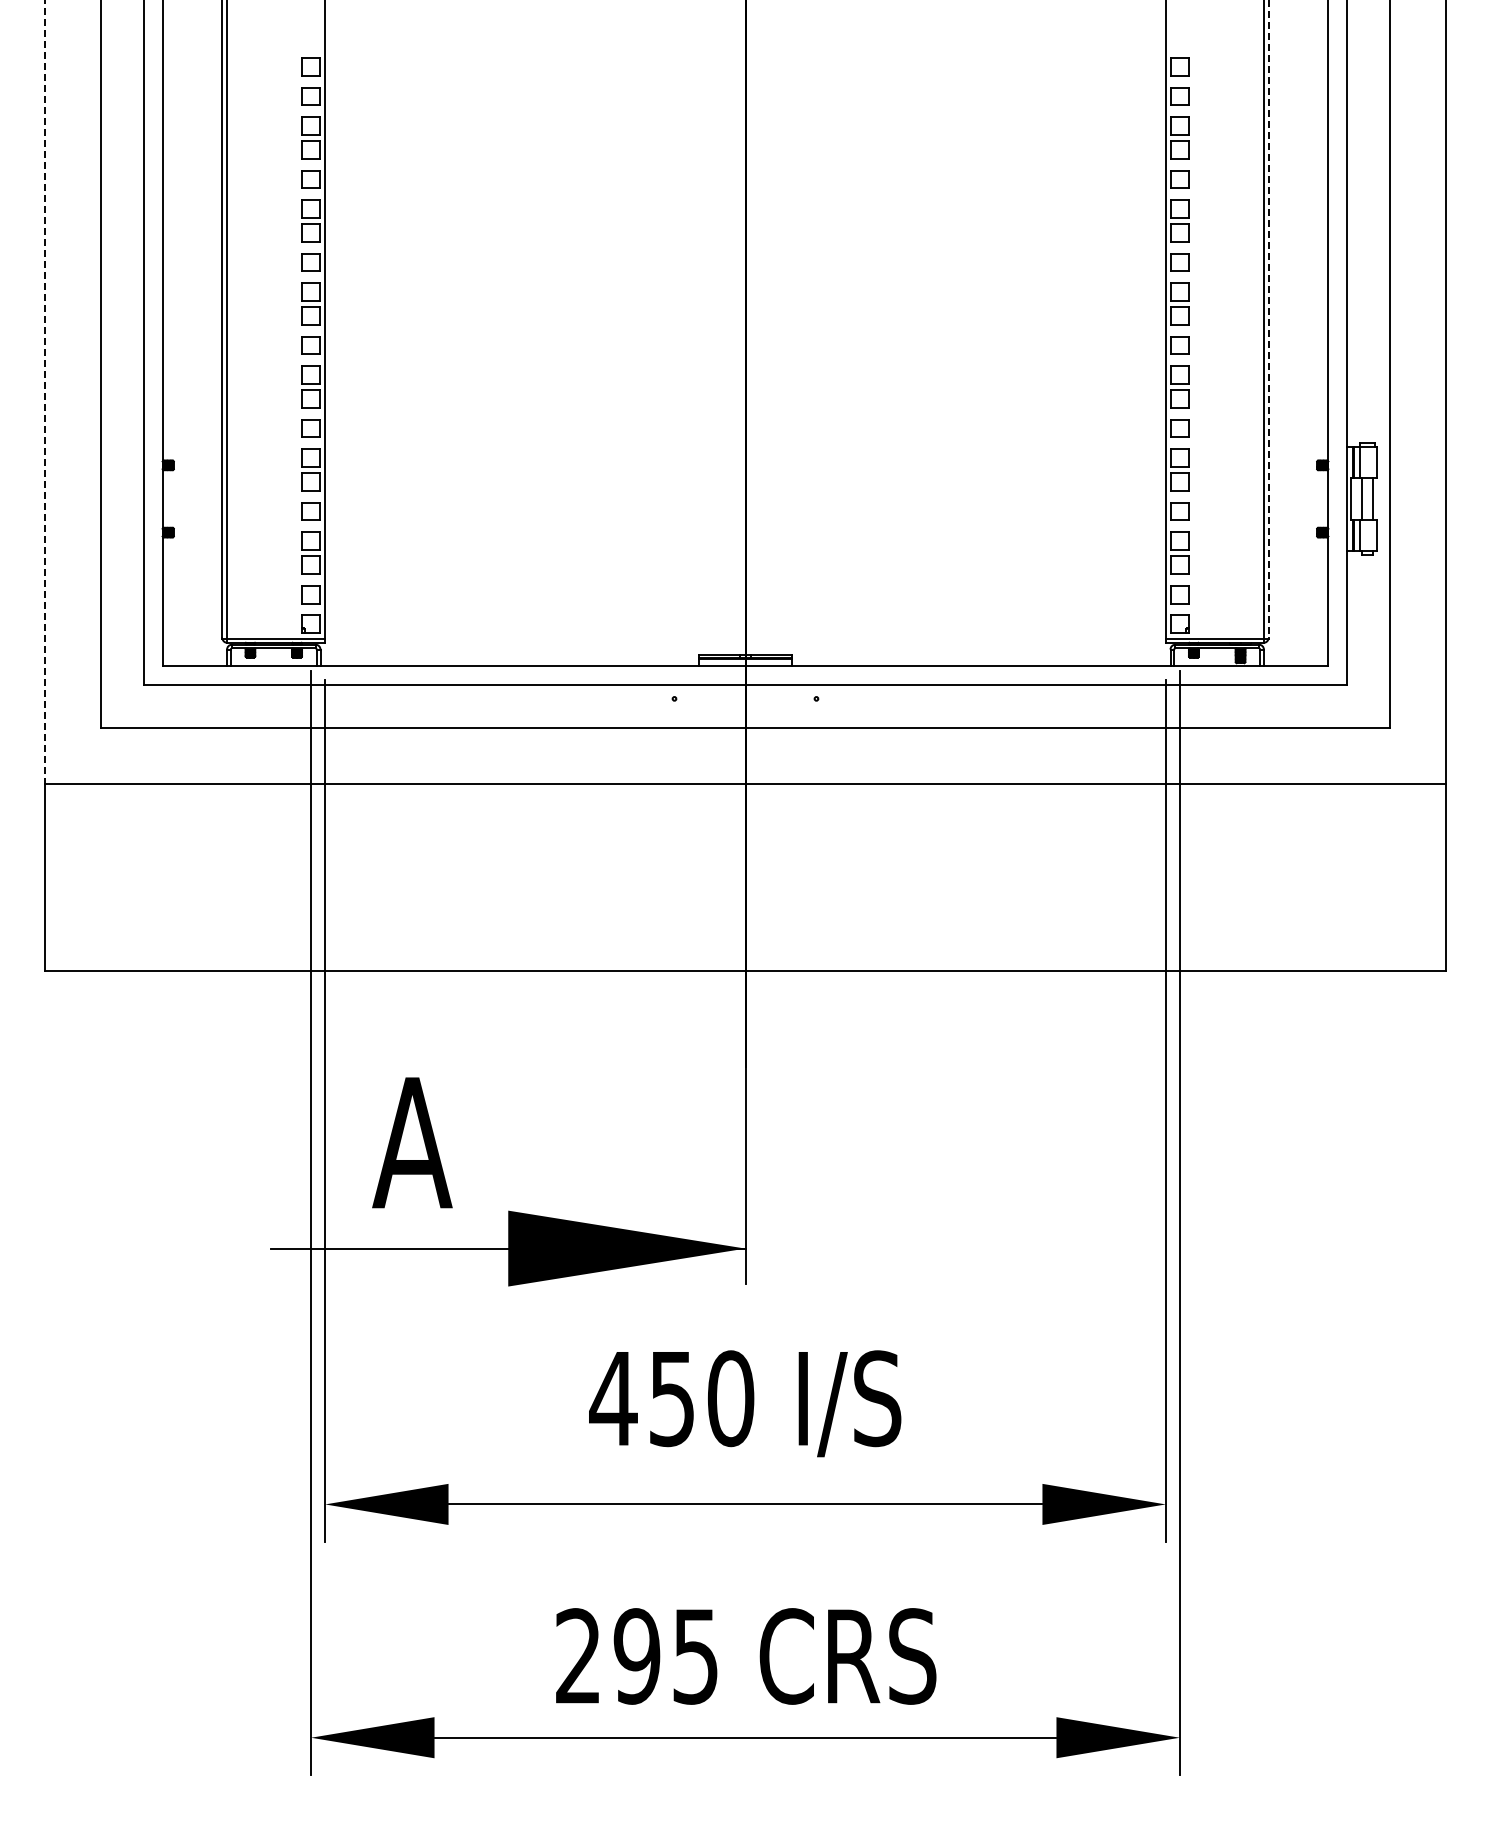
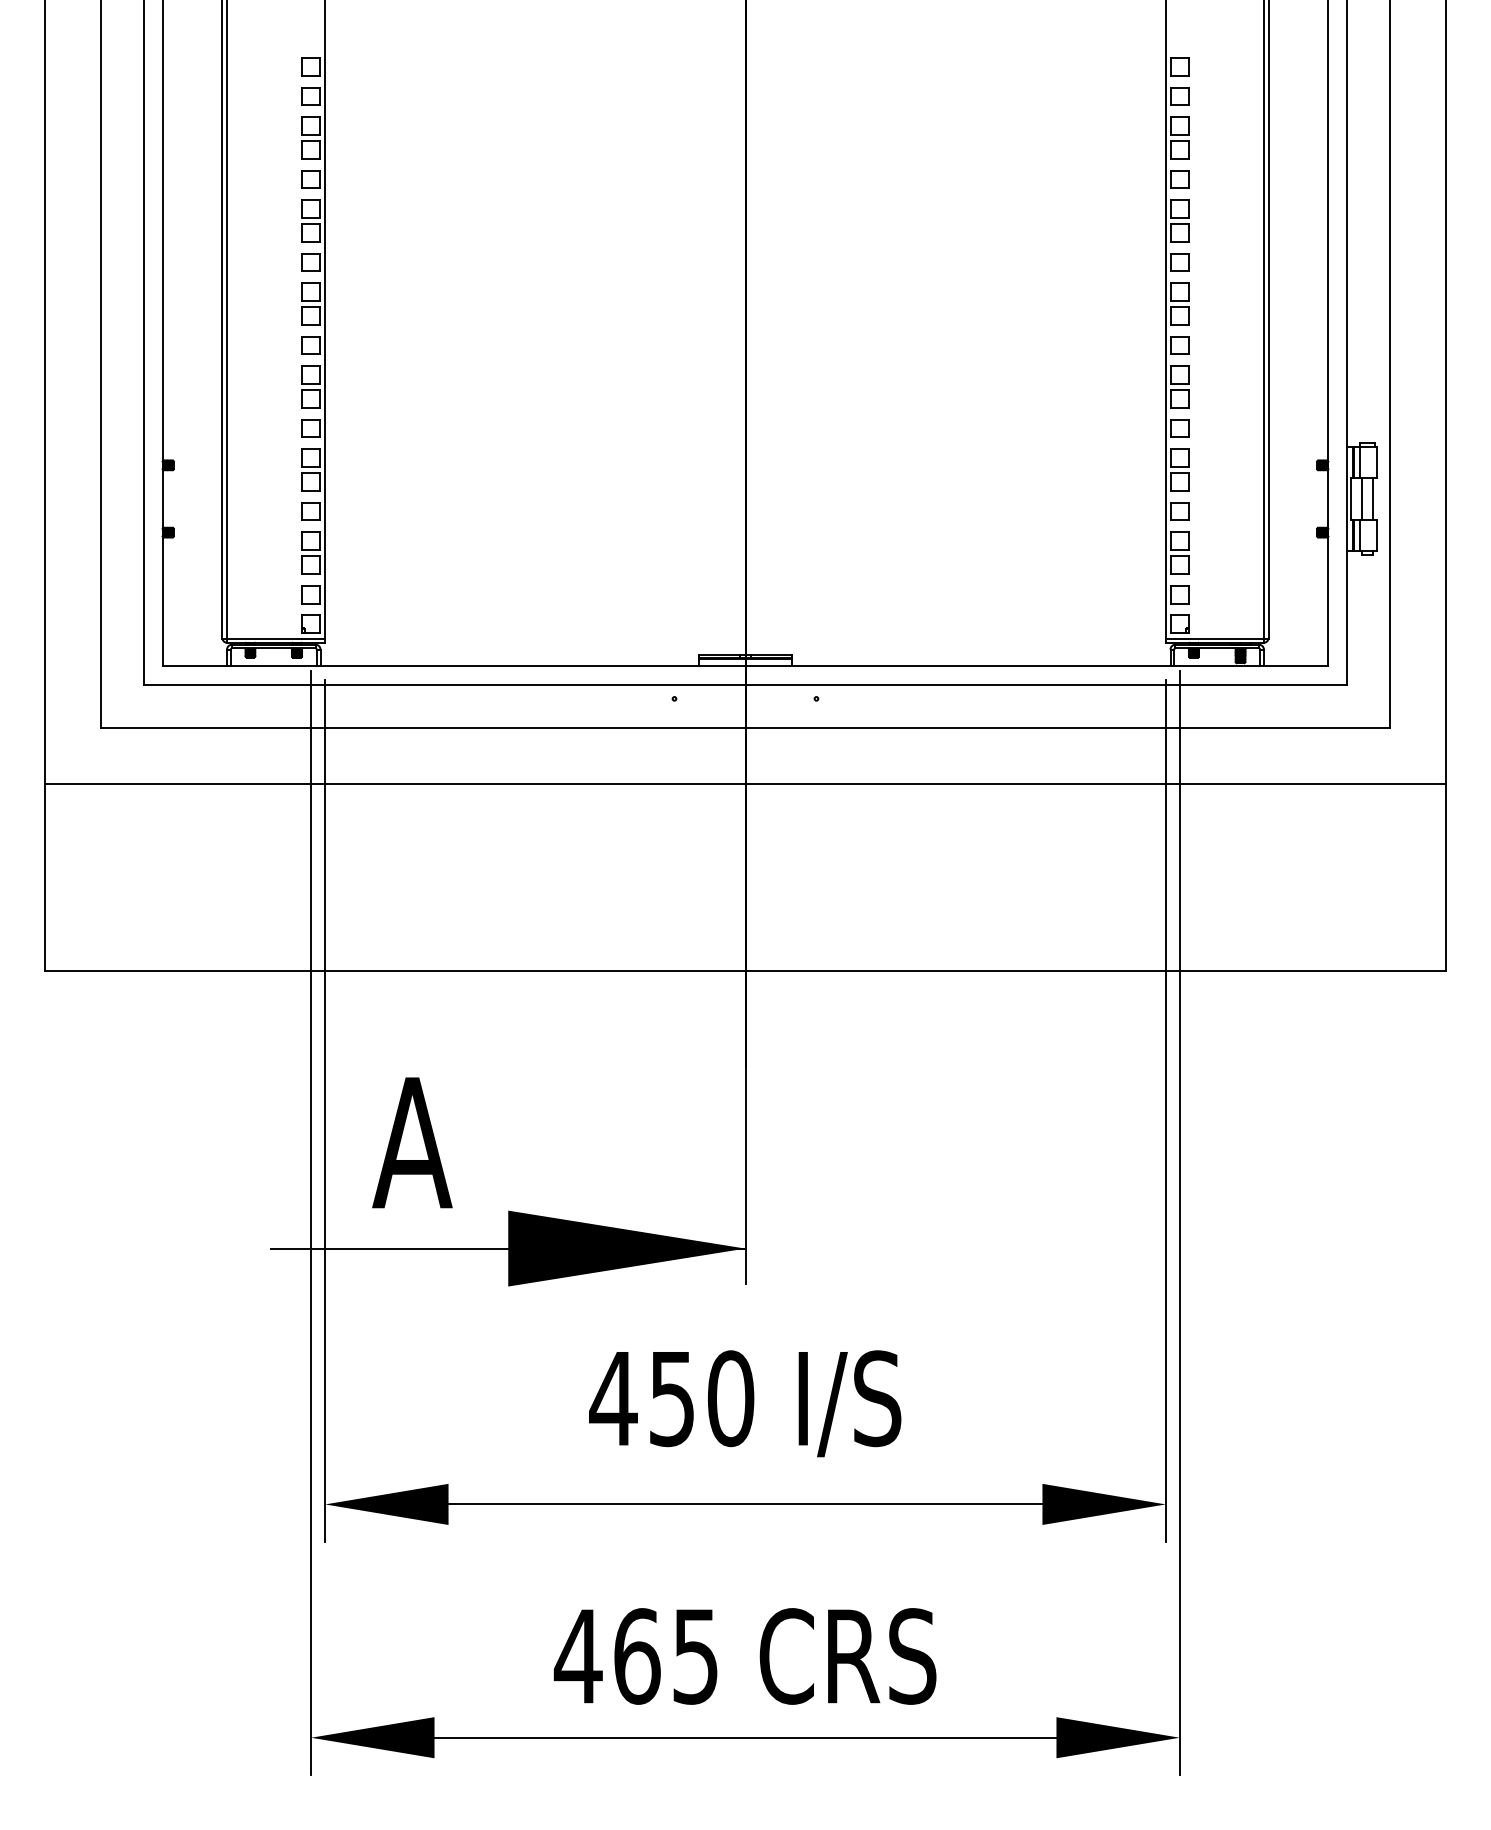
line at (1268, 319): dashed -> solid
line at (44, 391): dashed -> solid
text at (606, 1656): 295 -> 465
